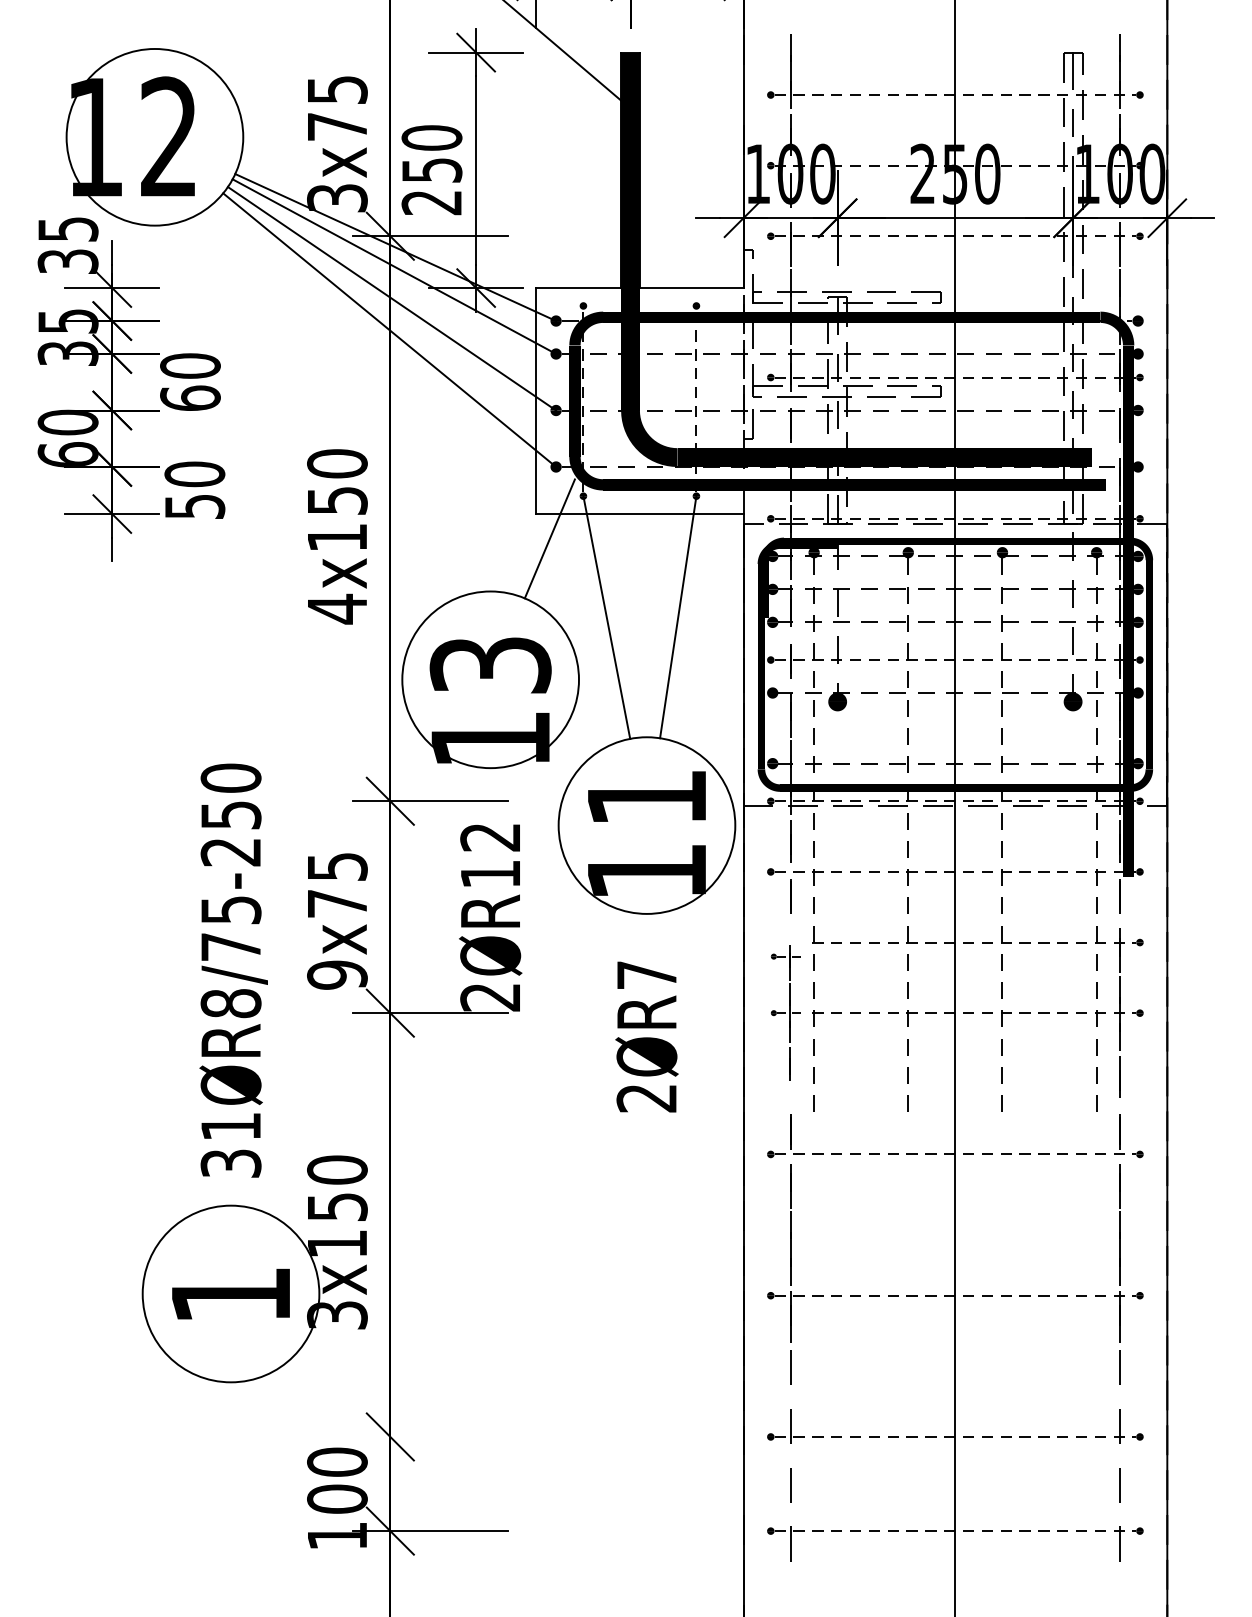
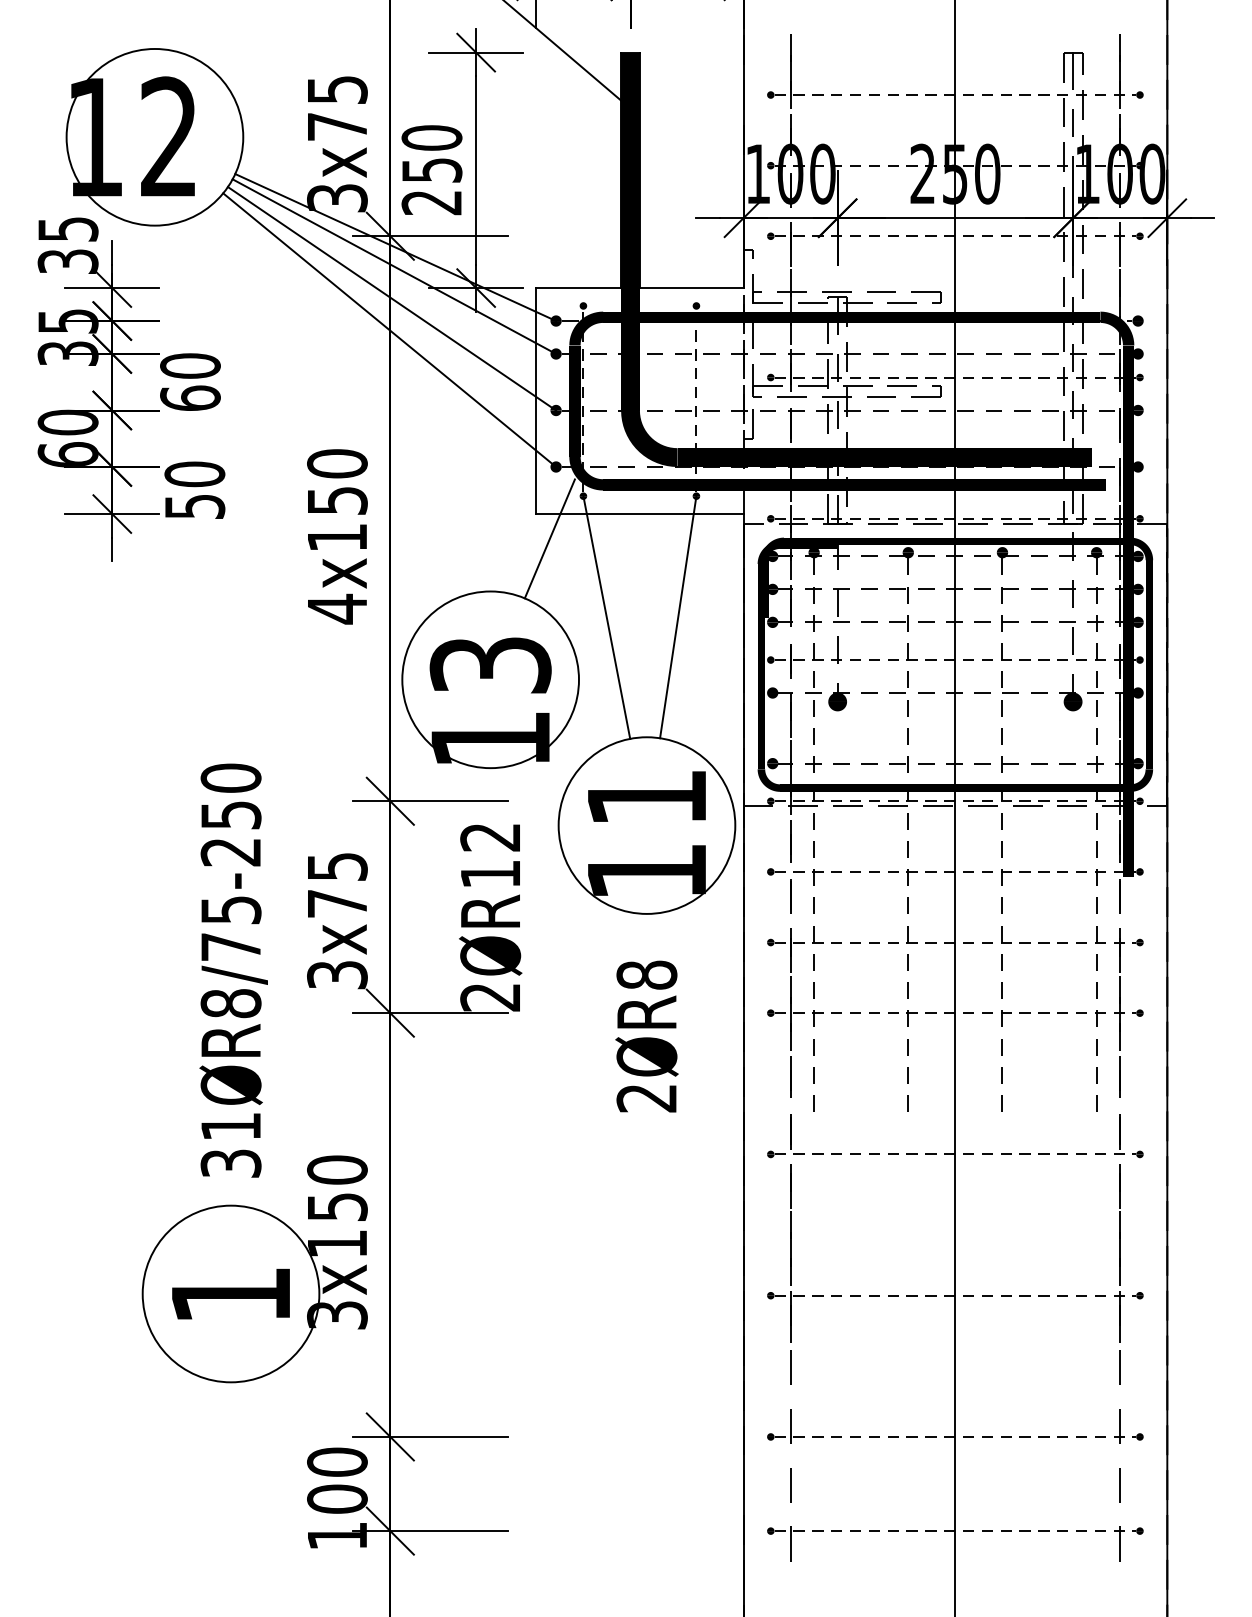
text at (337, 974): 9x75 -> 3x75
text at (646, 974): 2ØR7 -> 2ØR8
part at (785, 1012) size: 31x136 px -> 38x170 px
line at (430, 1436): none -> present
